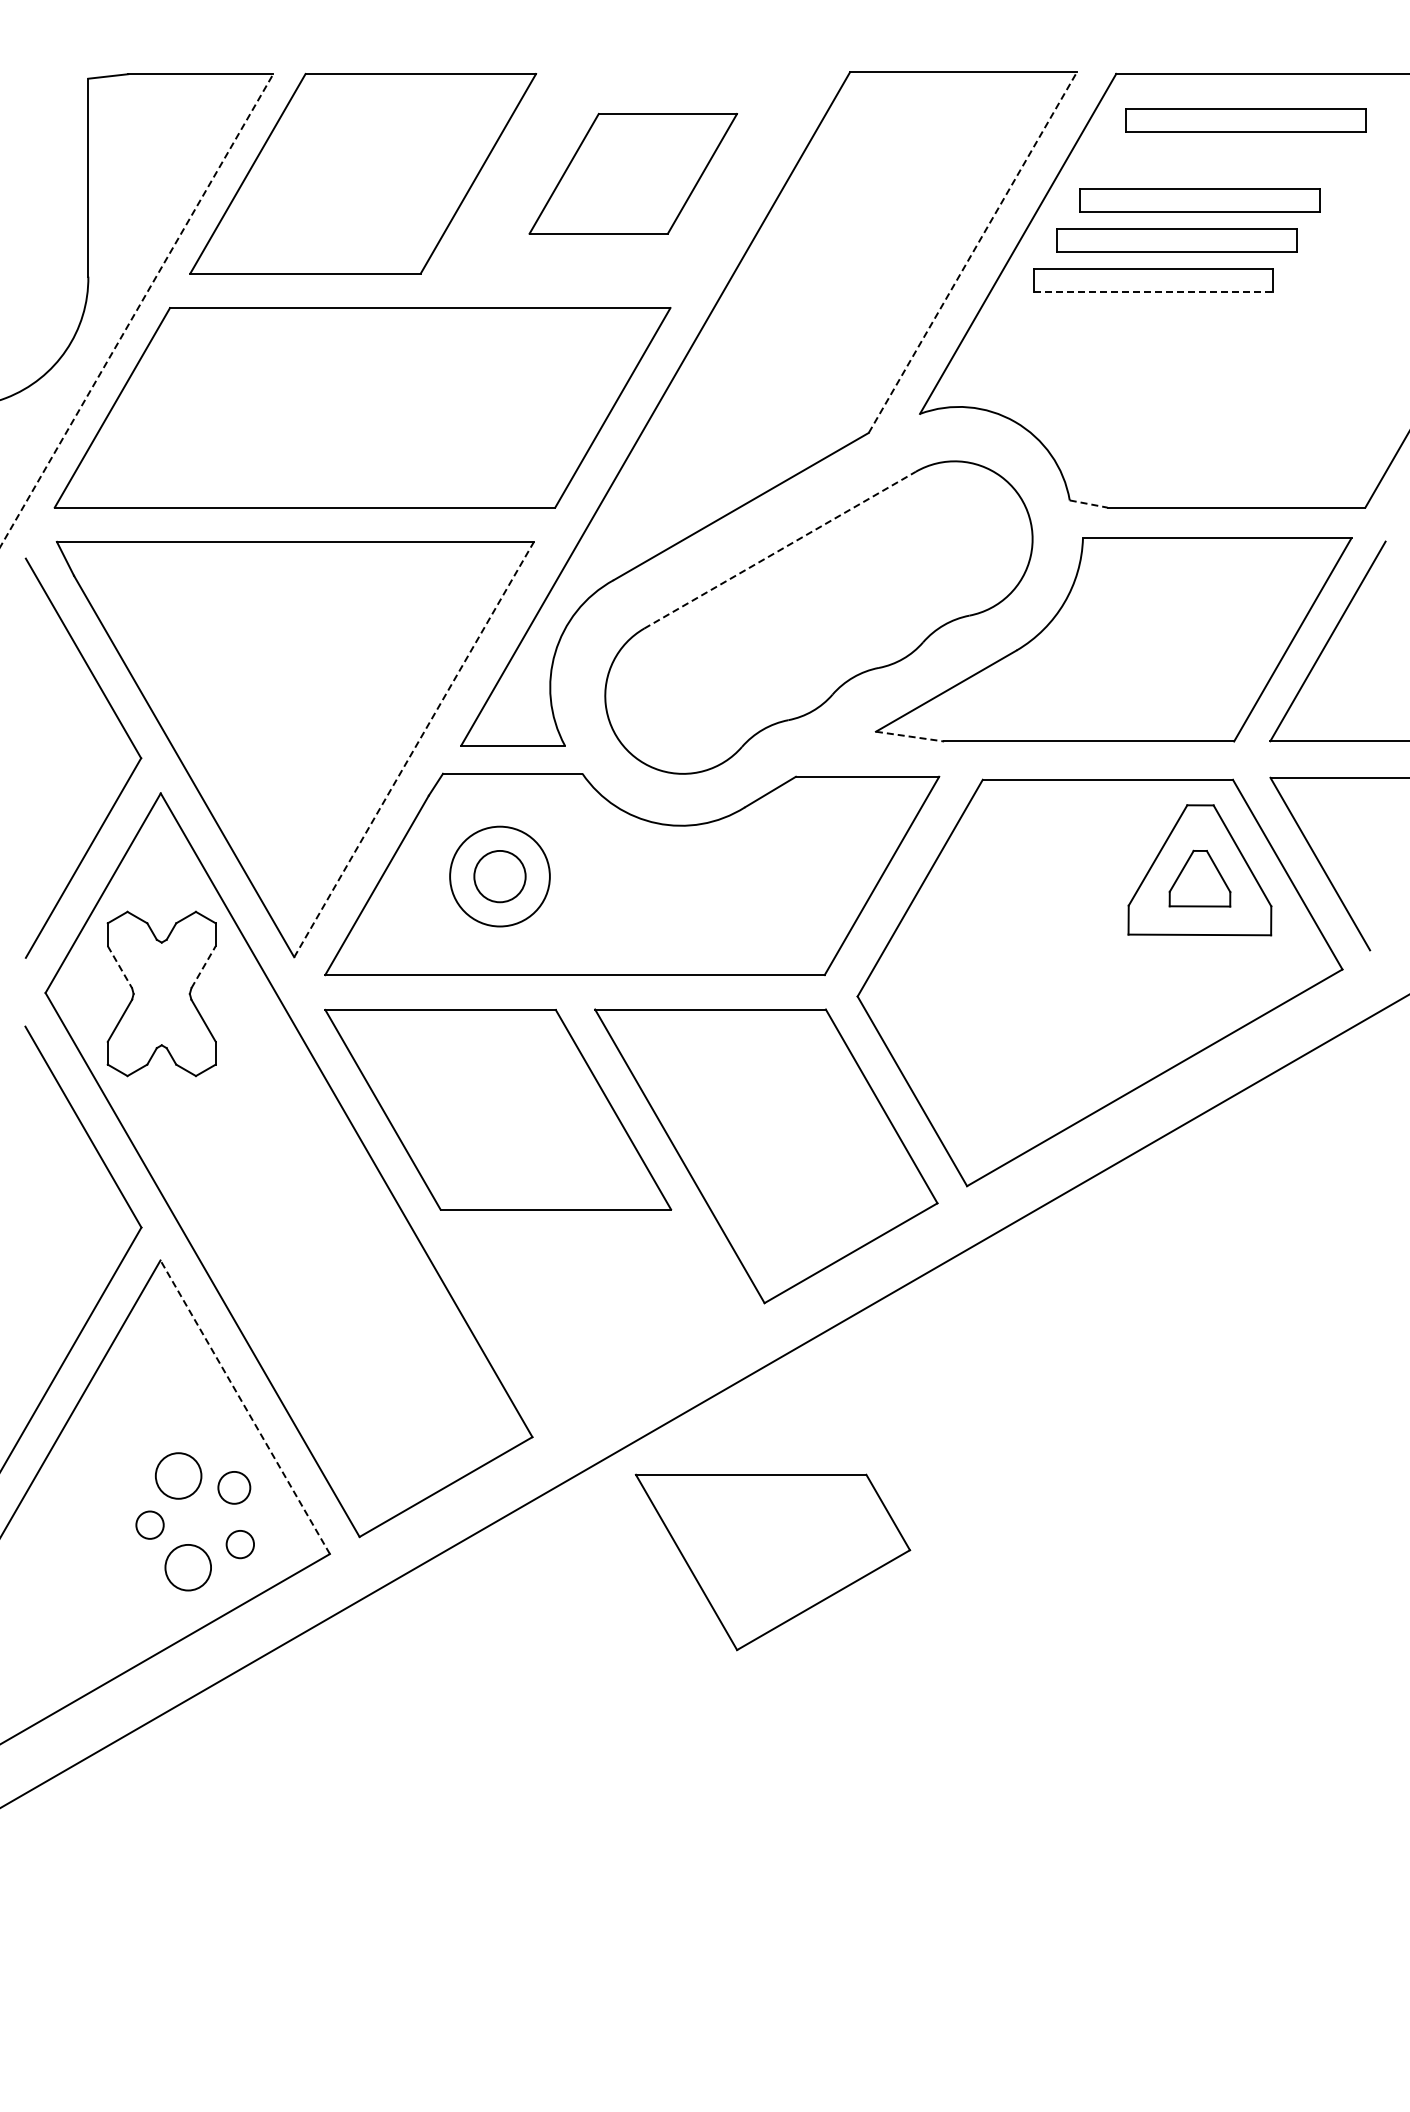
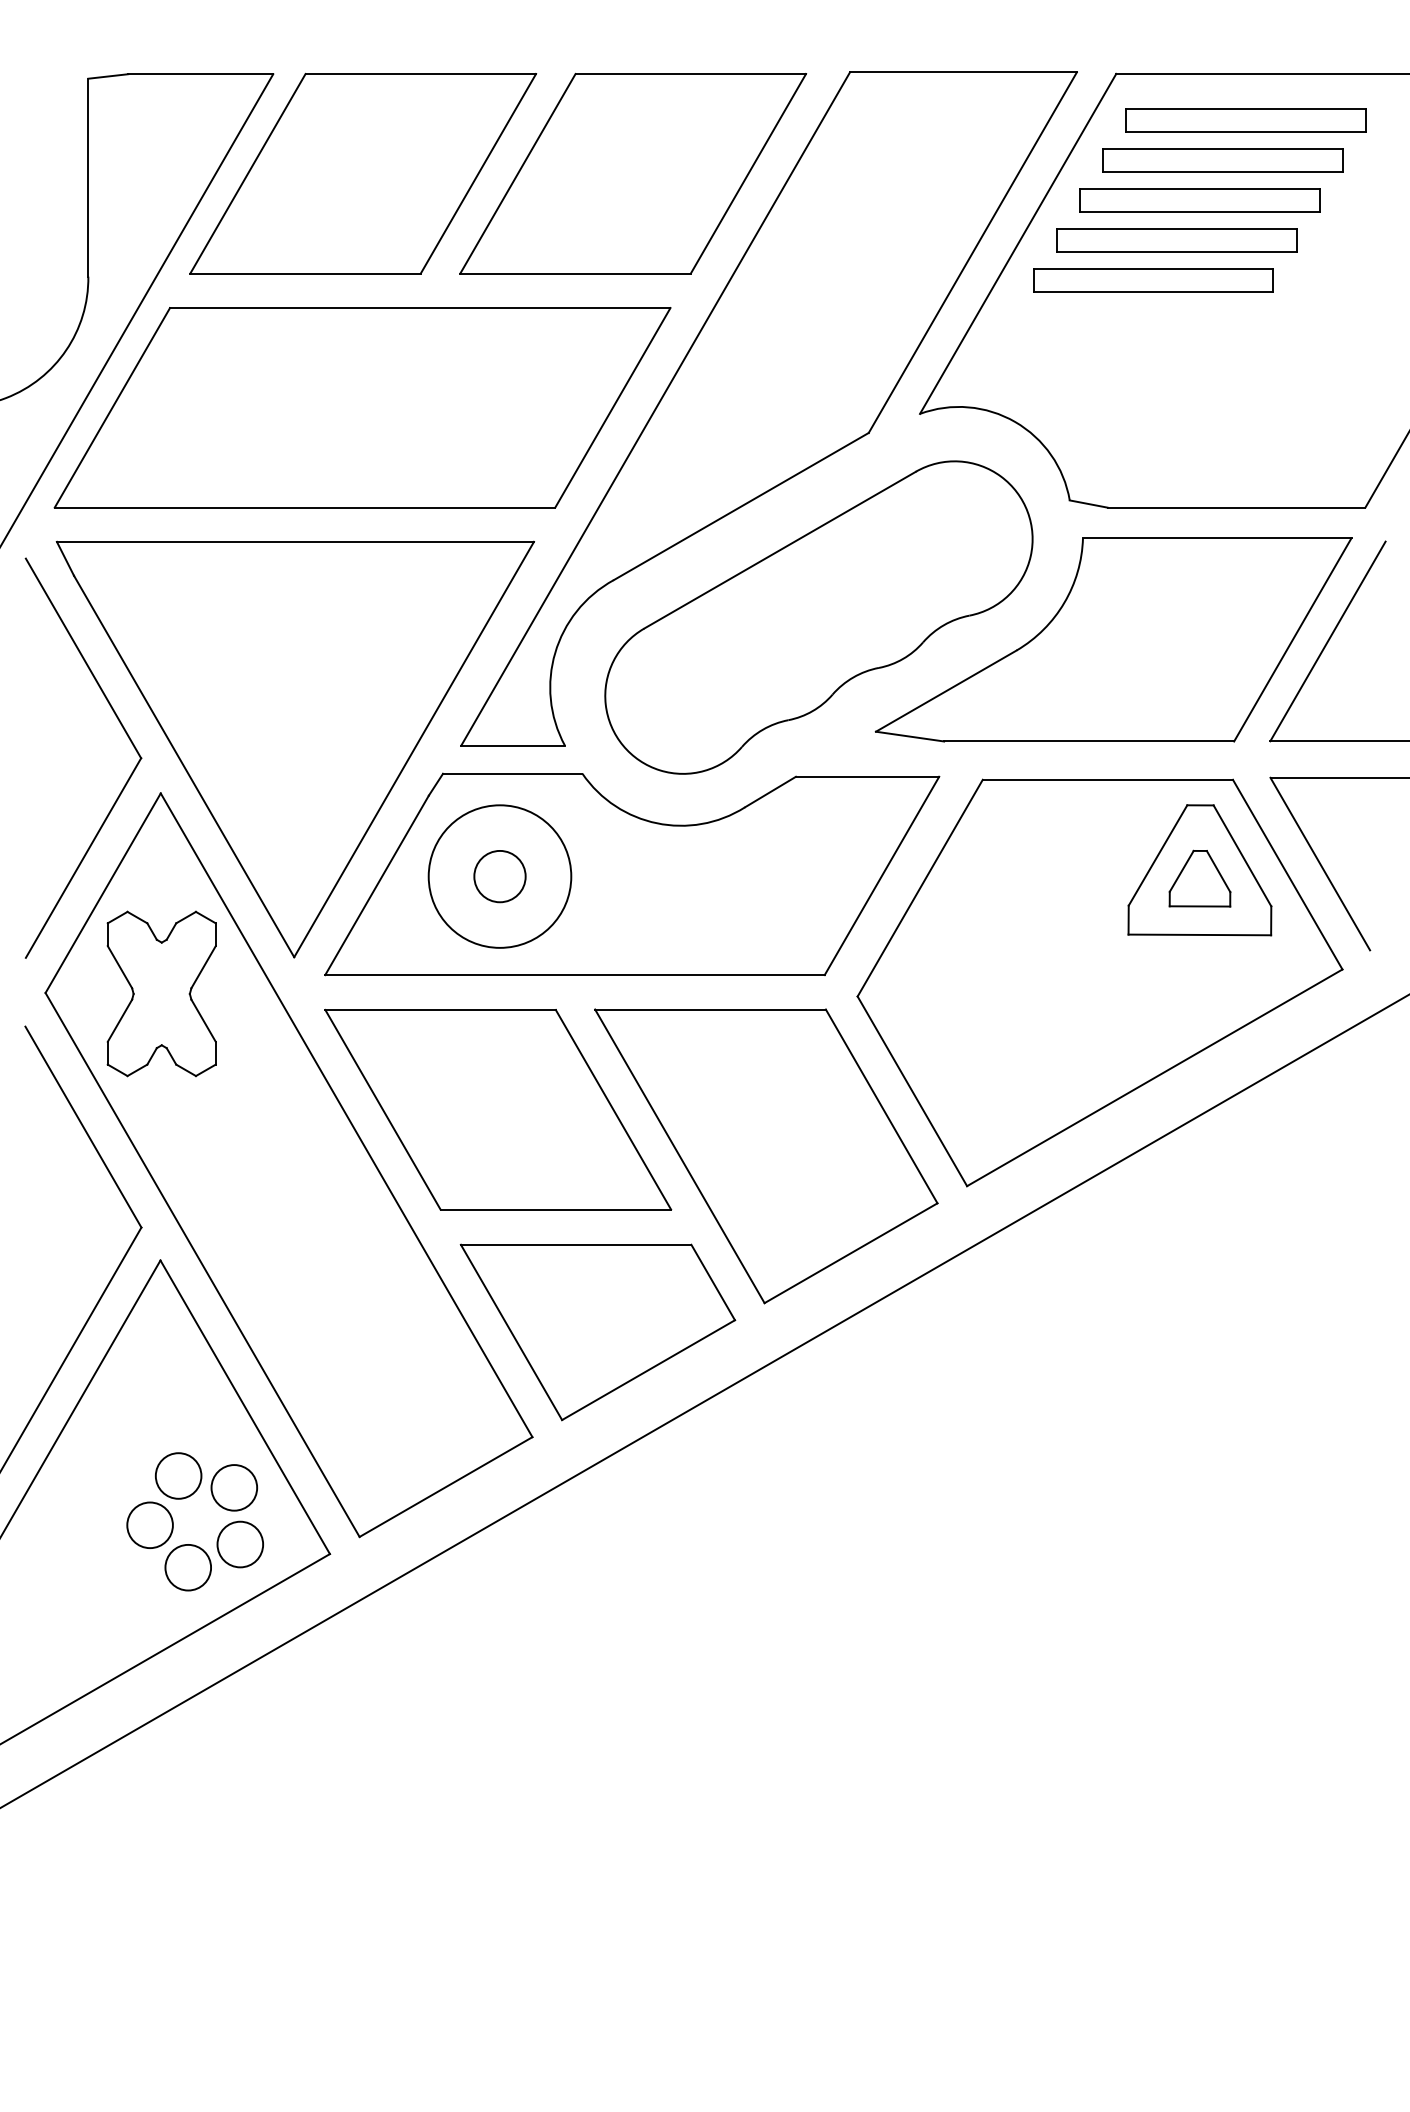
part at (1222, 160): none -> present
part at (633, 173) size: 211x122 px -> 349x202 px
line at (973, 252): dashed -> solid
line at (1153, 291): dashed -> solid
line at (136, 310): dashed -> solid
line at (1089, 504): dashed -> solid
line at (780, 550): dashed -> solid
line at (910, 736): dashed -> solid
line at (414, 749): dashed -> solid
circle at (499, 876) diameter: 100 px -> 143 px
line at (203, 966): dashed -> solid
line at (120, 967): dashed -> solid
line at (244, 1406): dashed -> solid
circle at (234, 1487) diameter: 32 px -> 46 px
circle at (149, 1524) size: 30x30 px -> 48x48 px
circle at (240, 1544) diameter: 27 px -> 46 px
part at (772, 1562) position: (772, 1562) -> (597, 1332)
